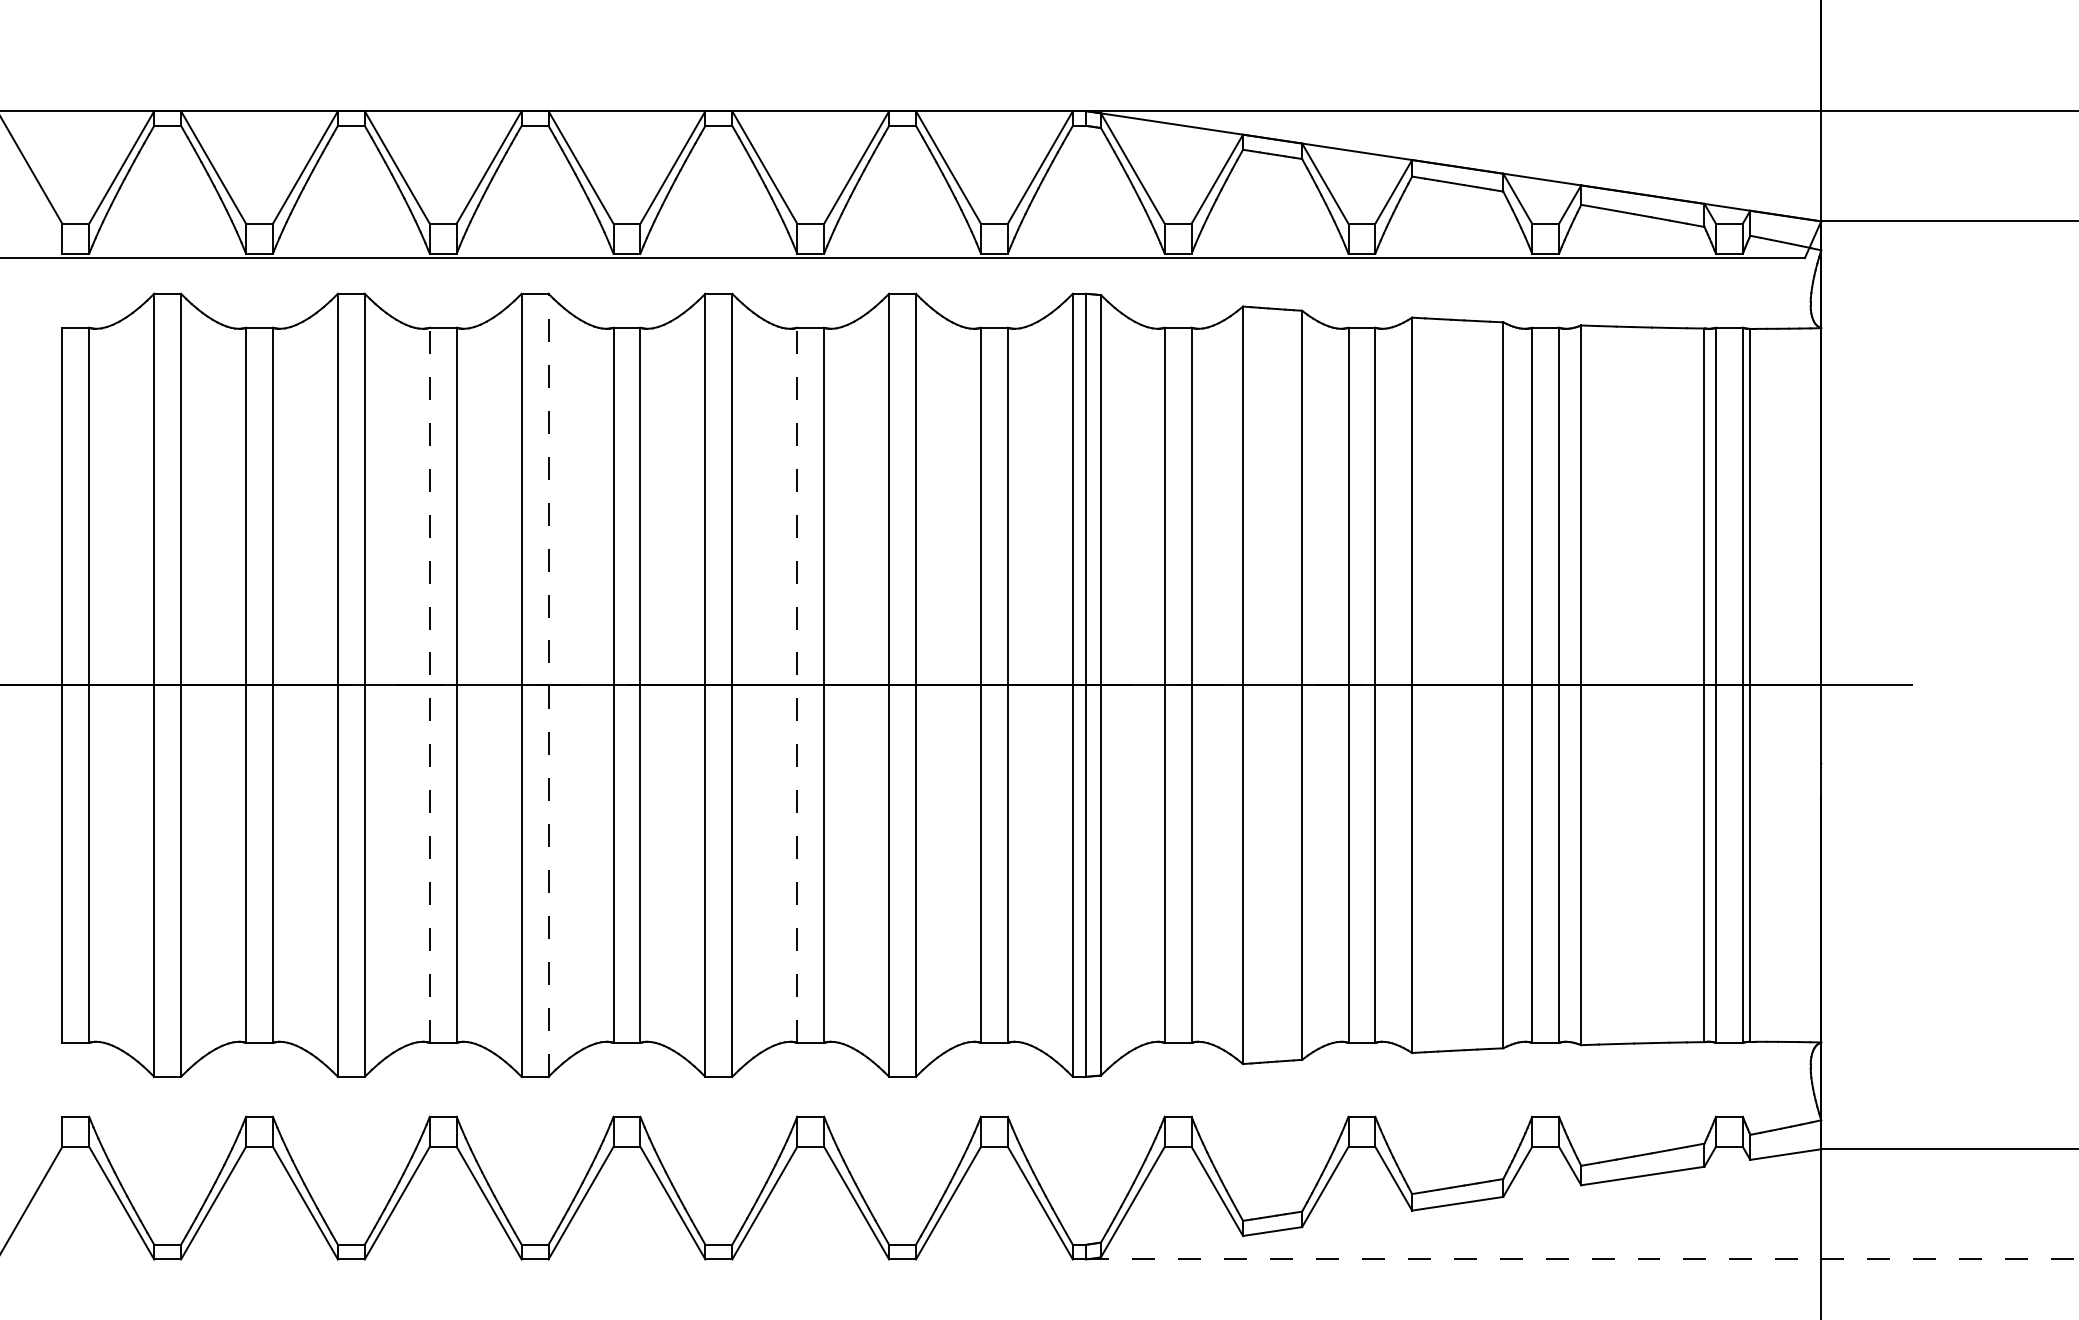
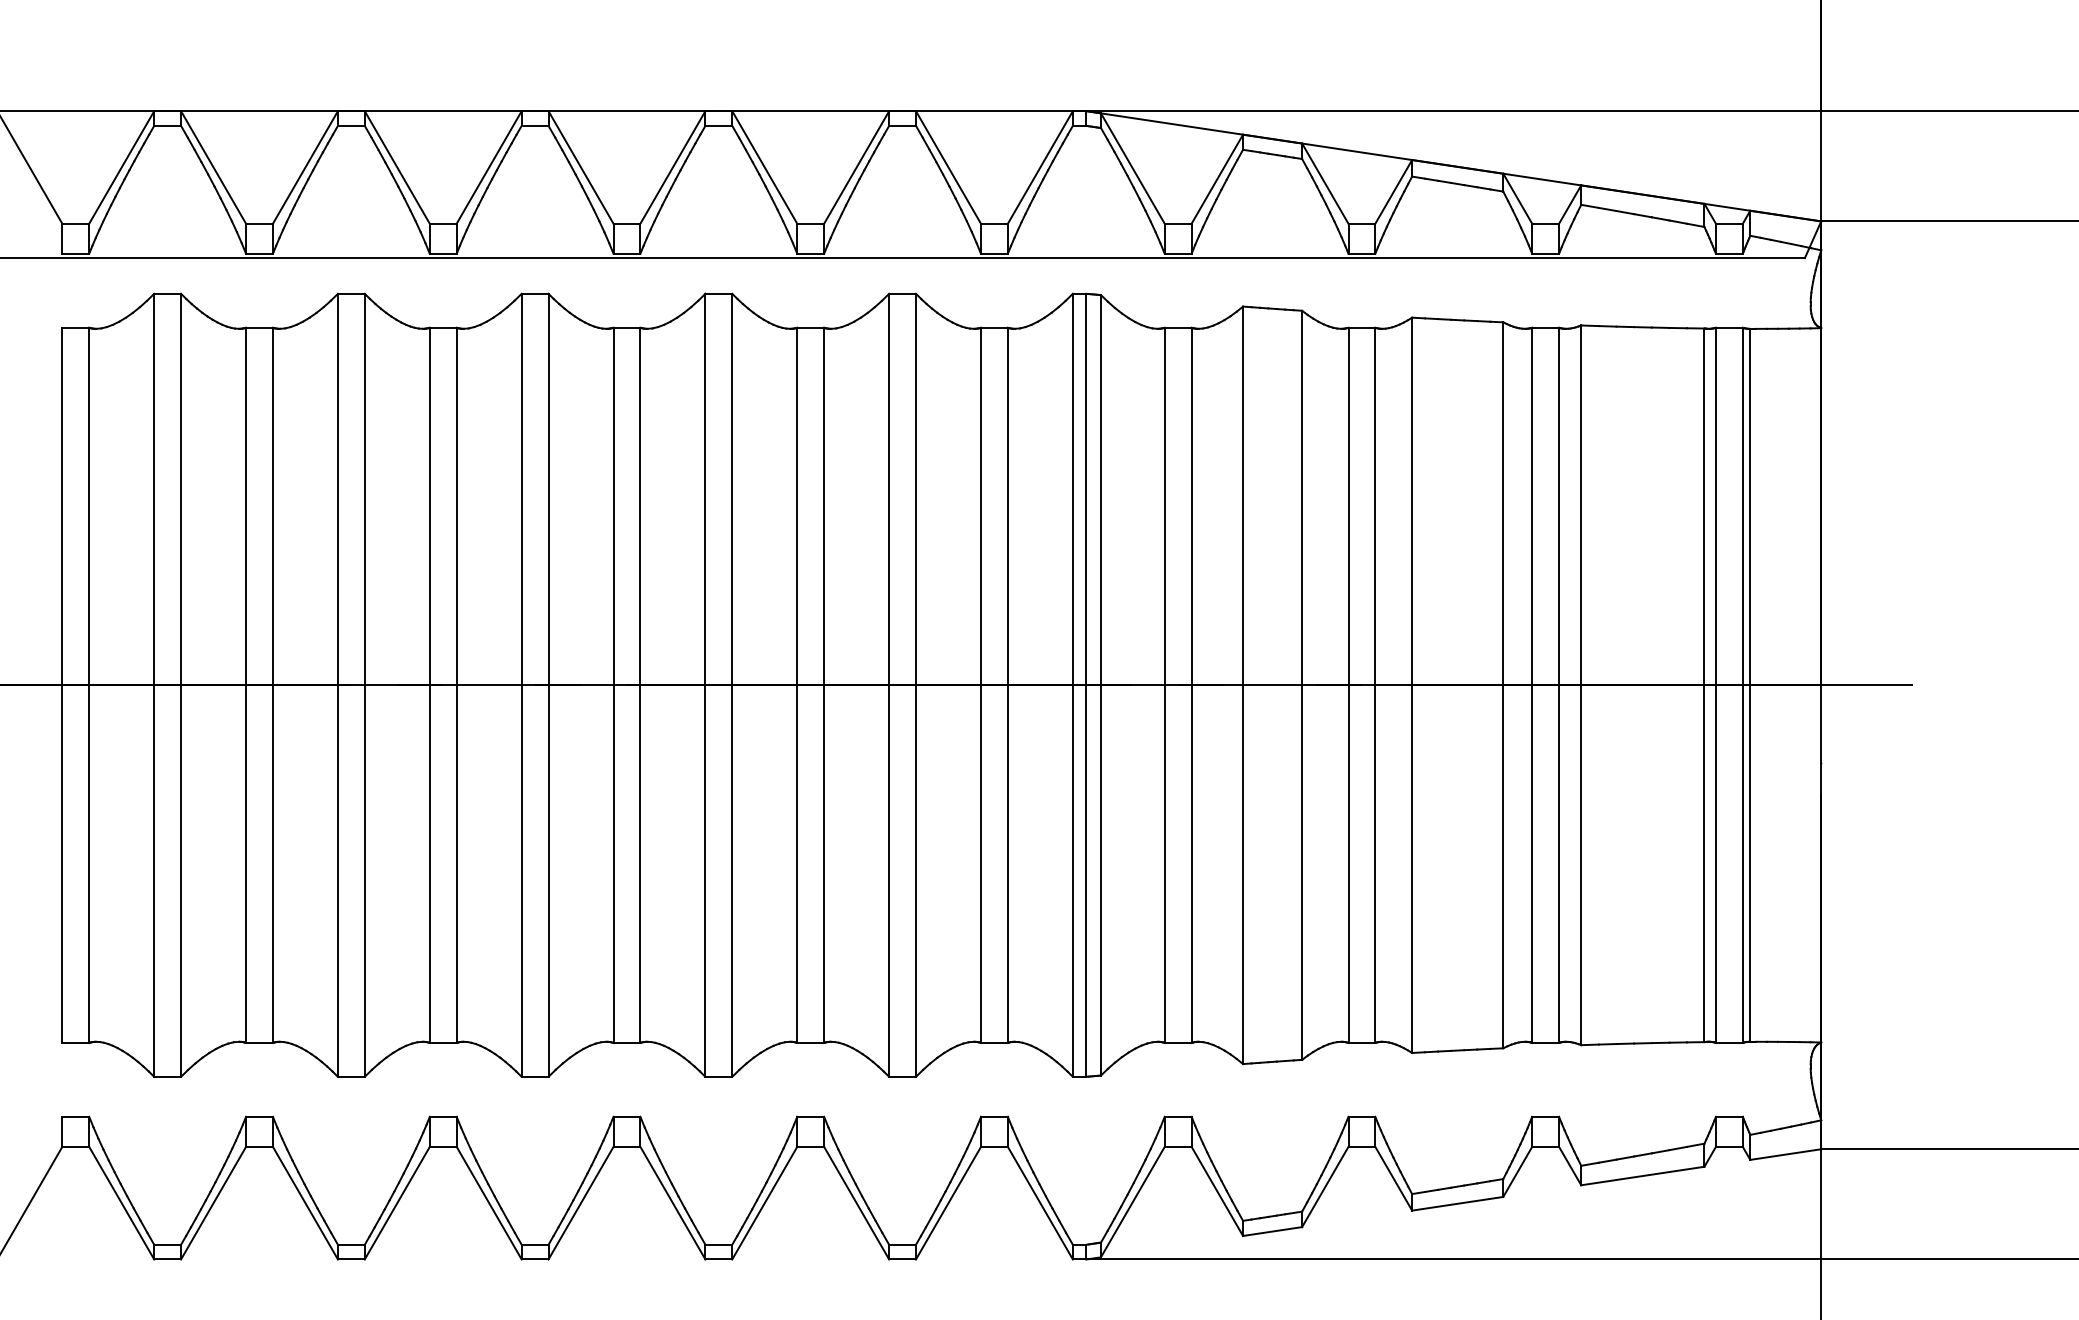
line at (429, 685): dashed -> solid
line at (548, 685): dashed -> solid
line at (797, 685): dashed -> solid
line at (1583, 1259): dashed -> solid
